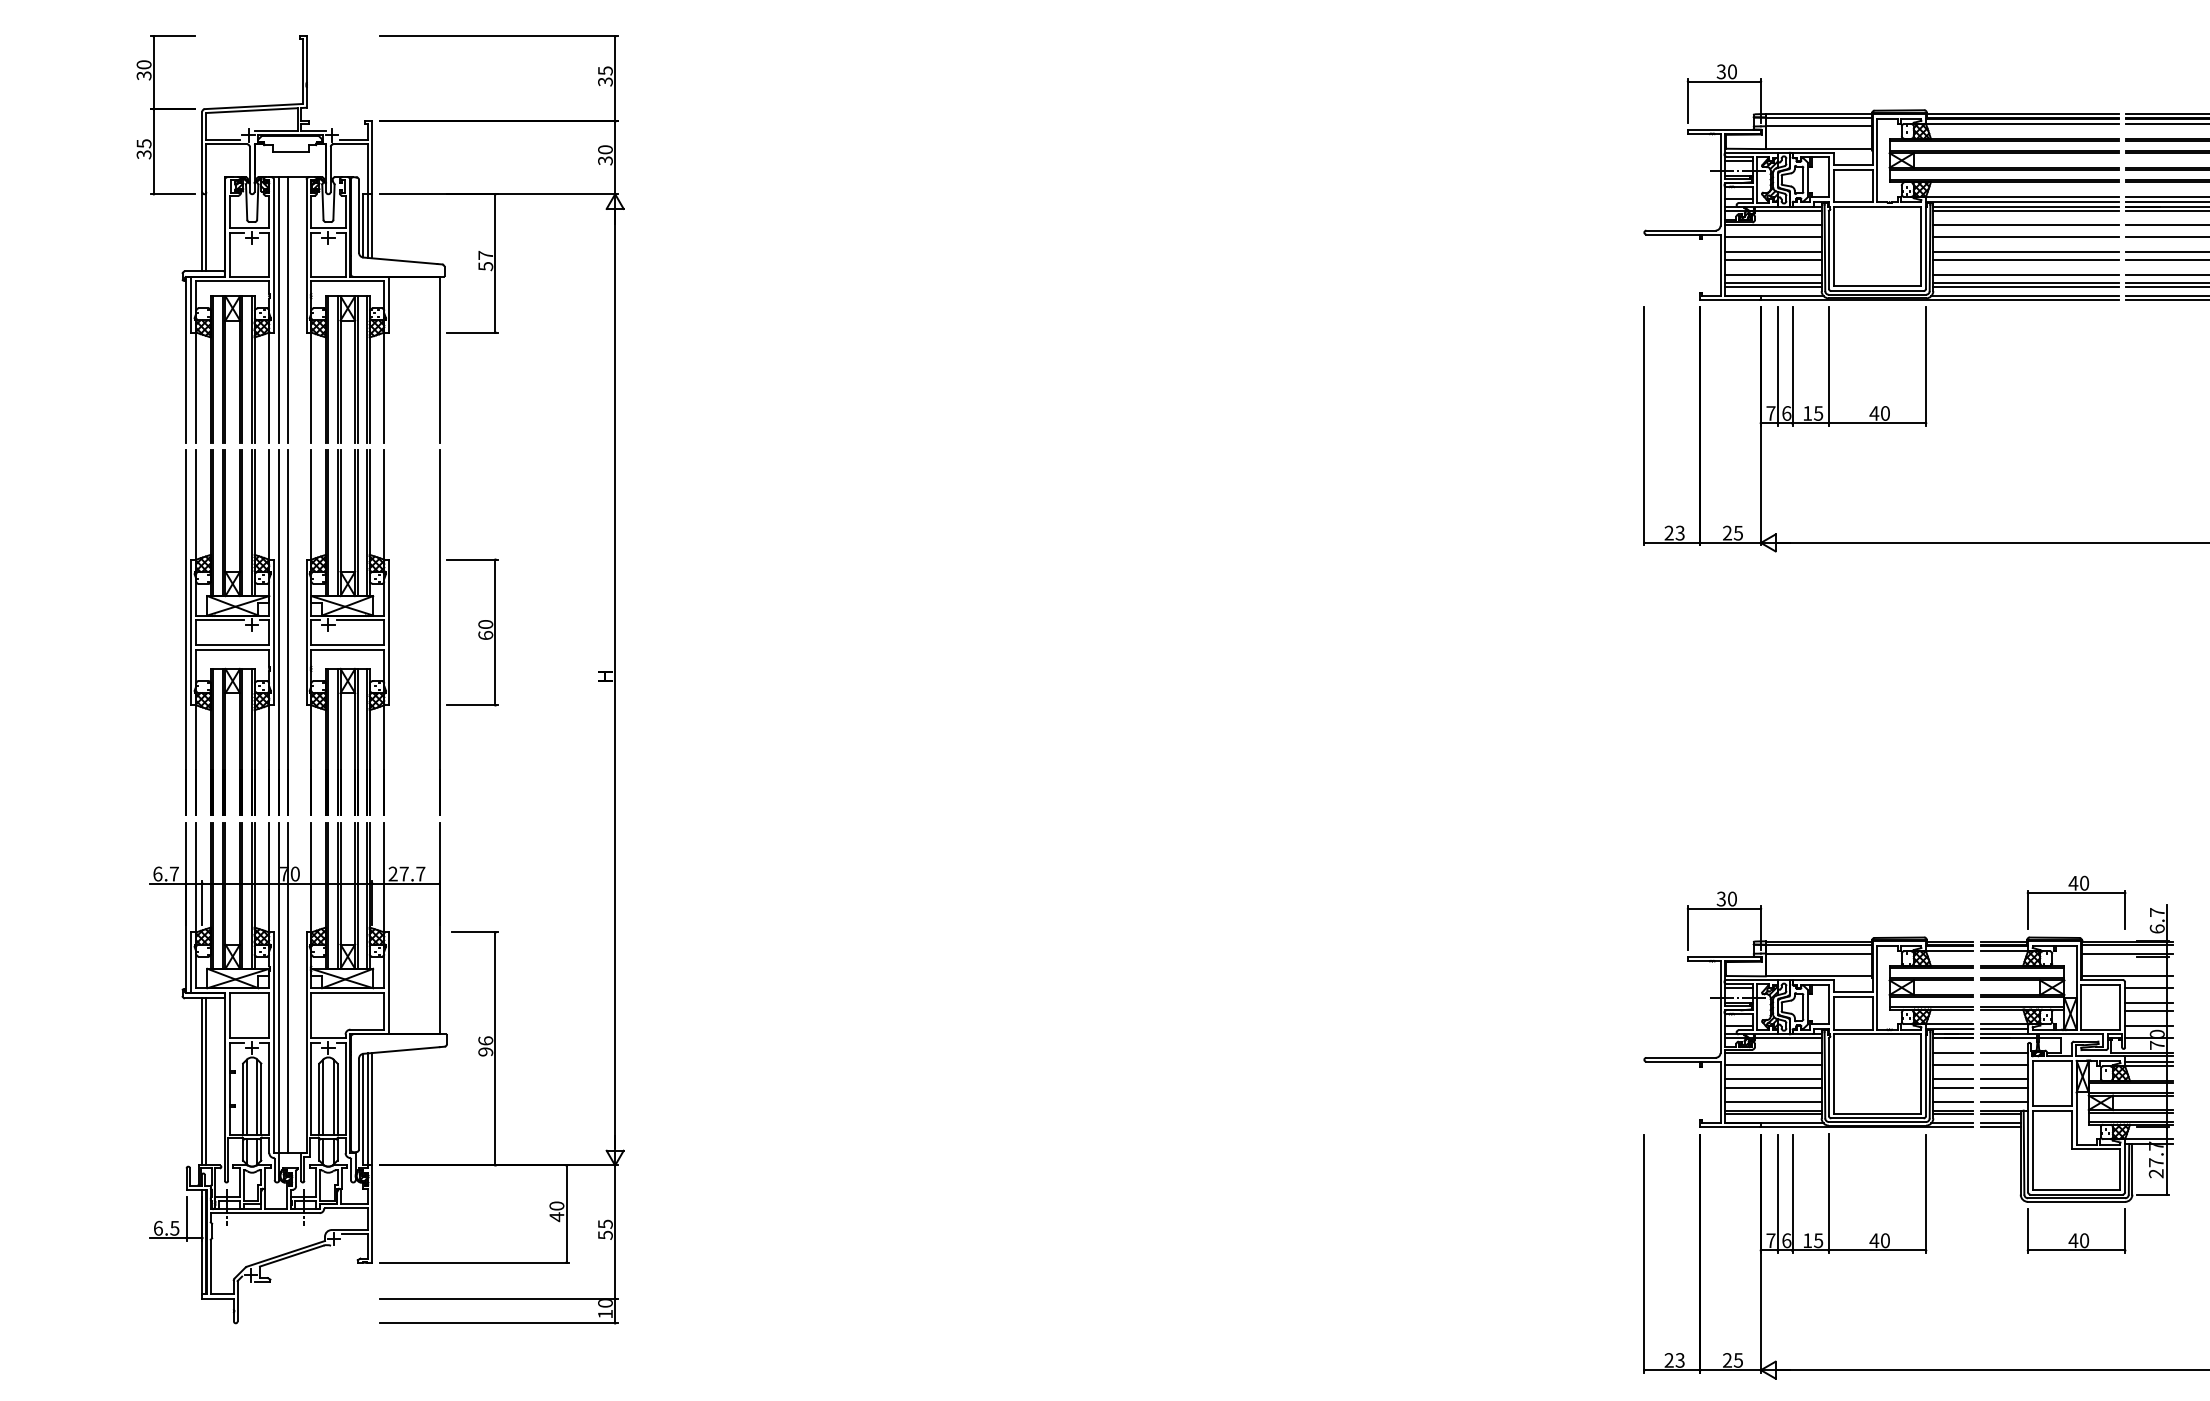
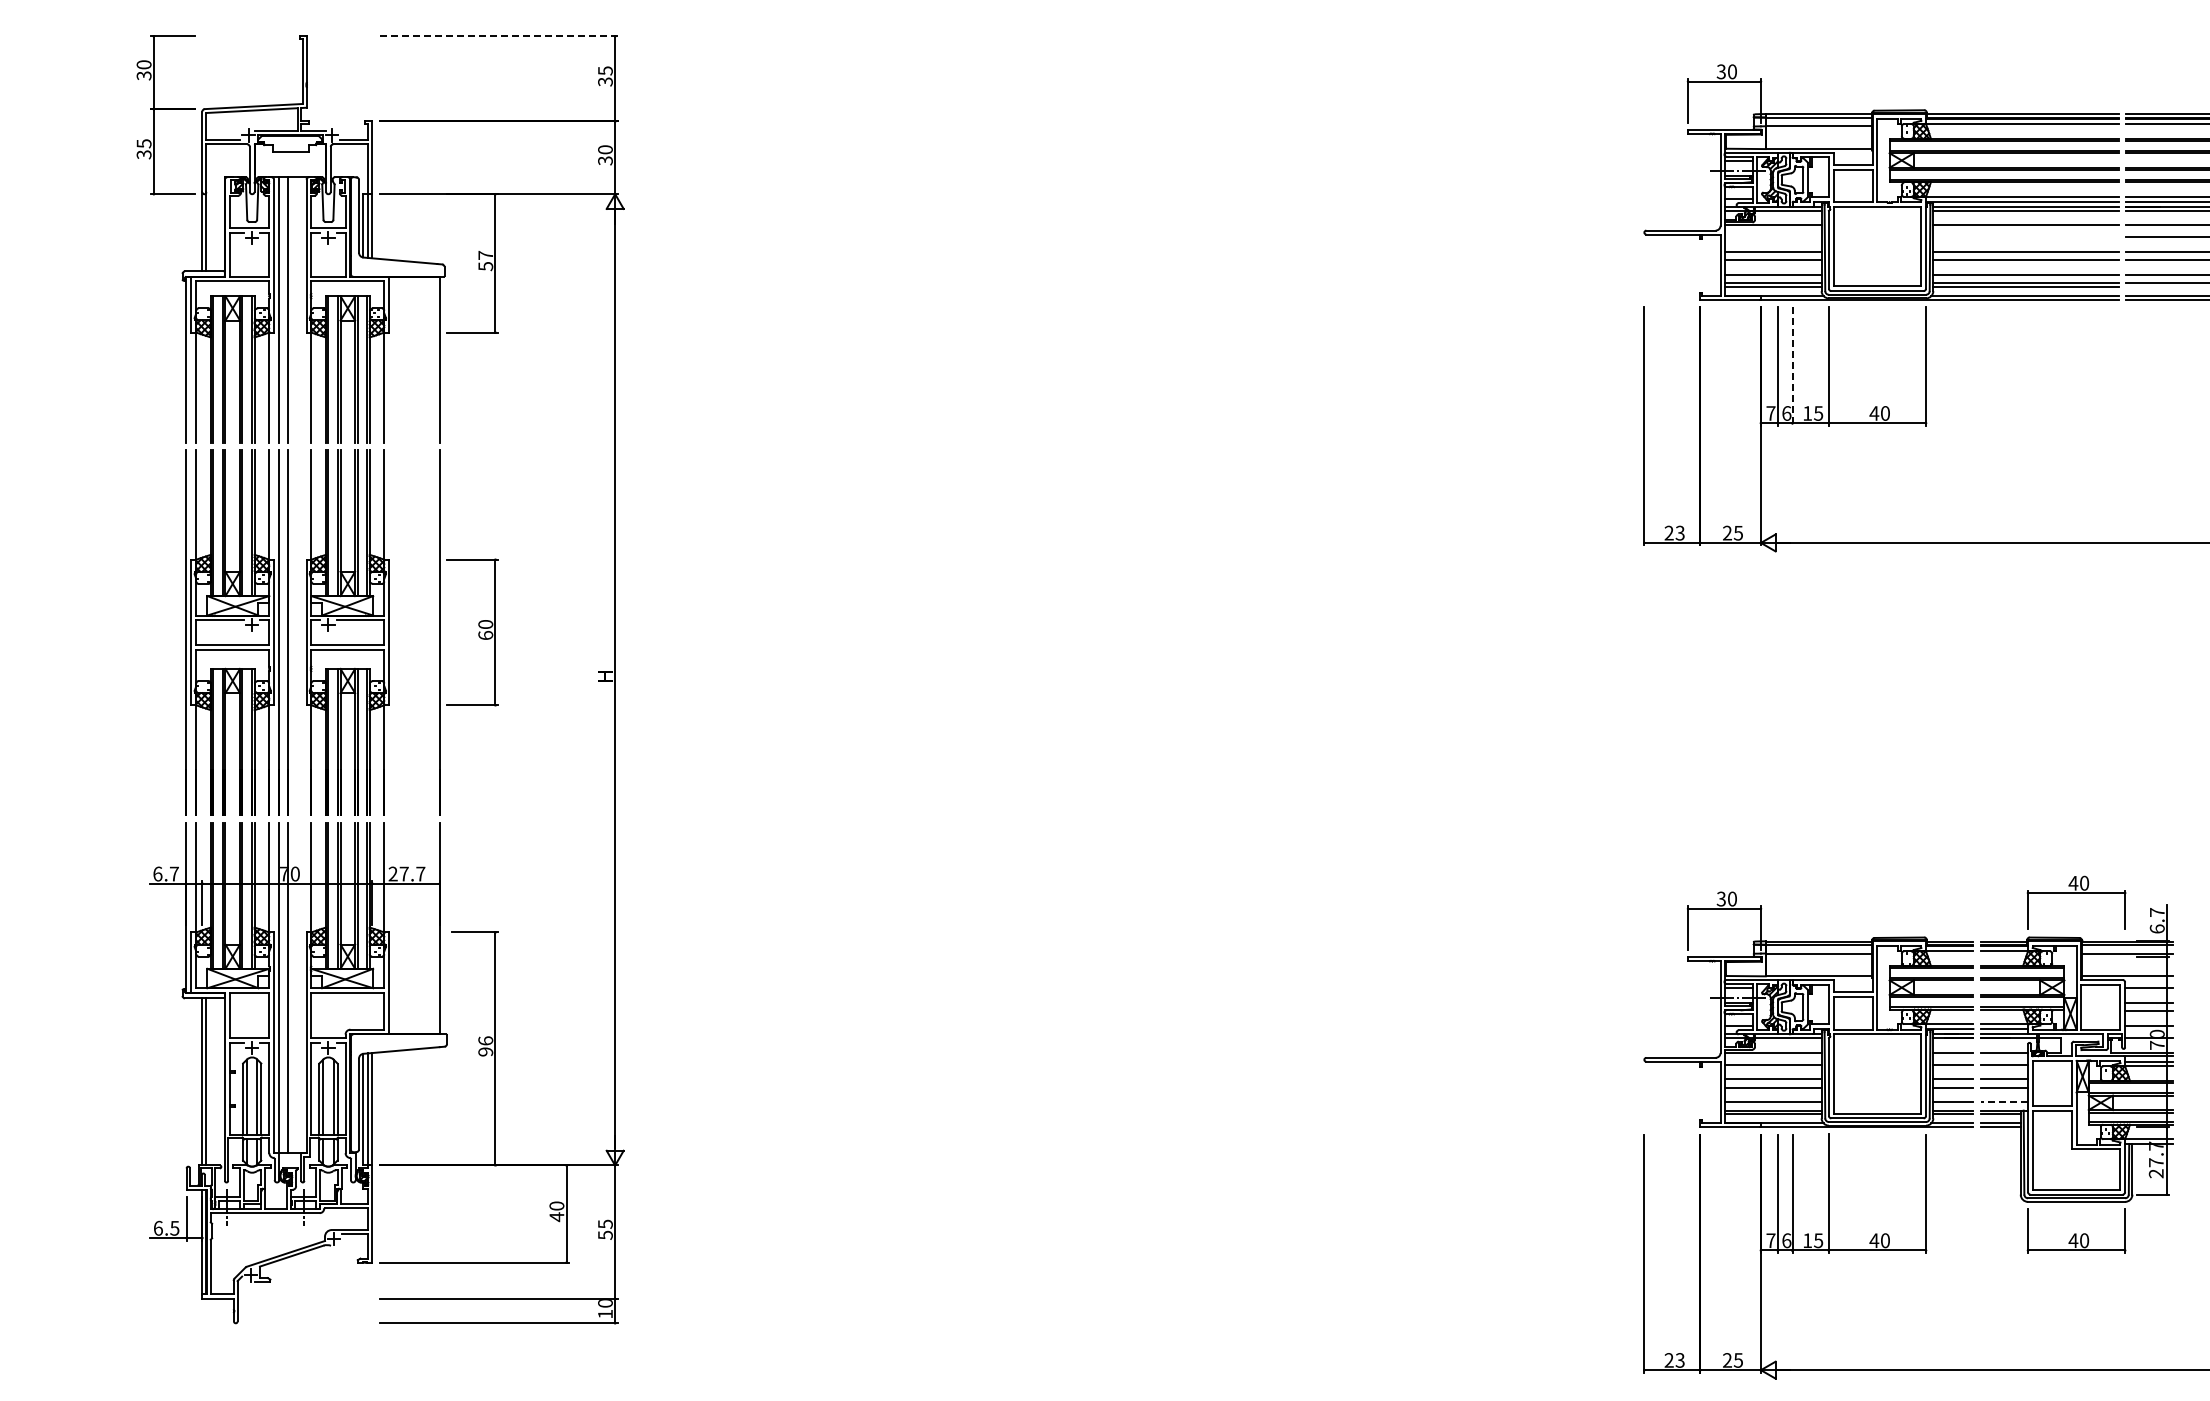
line at (498, 36): solid -> dashed
line at (1772, 237): present -> none
line at (2026, 237): present -> none
line at (2166, 287): present -> none
line at (1792, 367): solid -> dashed
line at (2004, 1102): solid -> dashed
